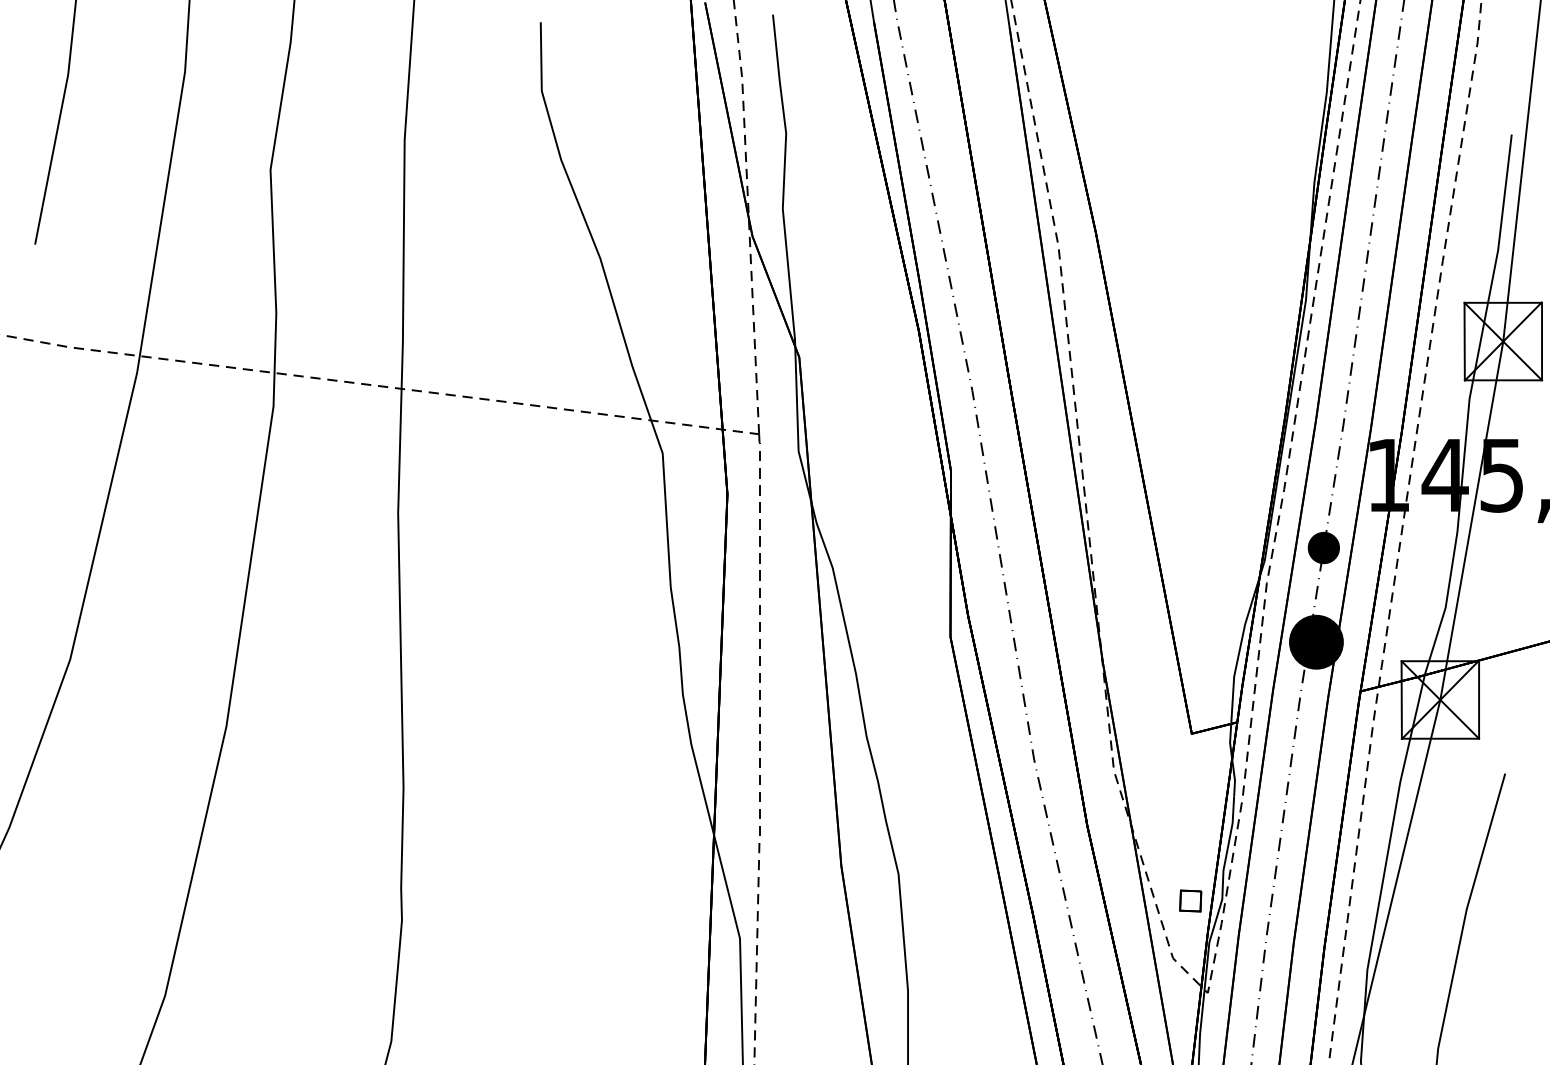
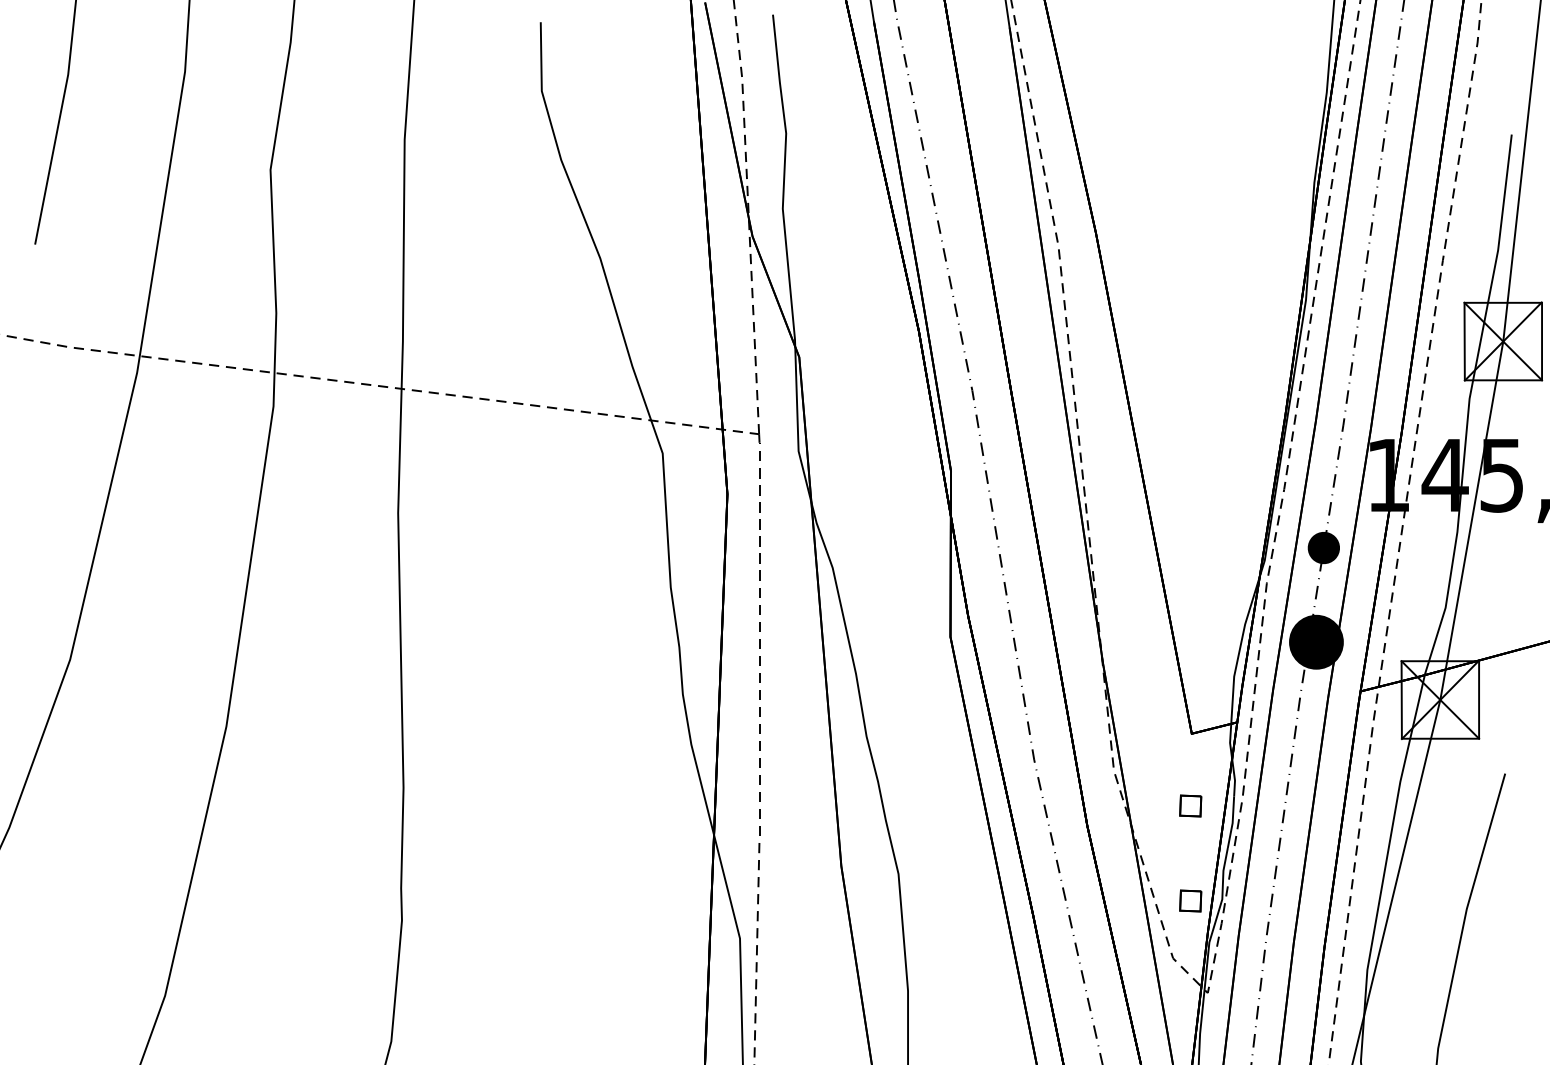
part at (1190, 805): none -> present
